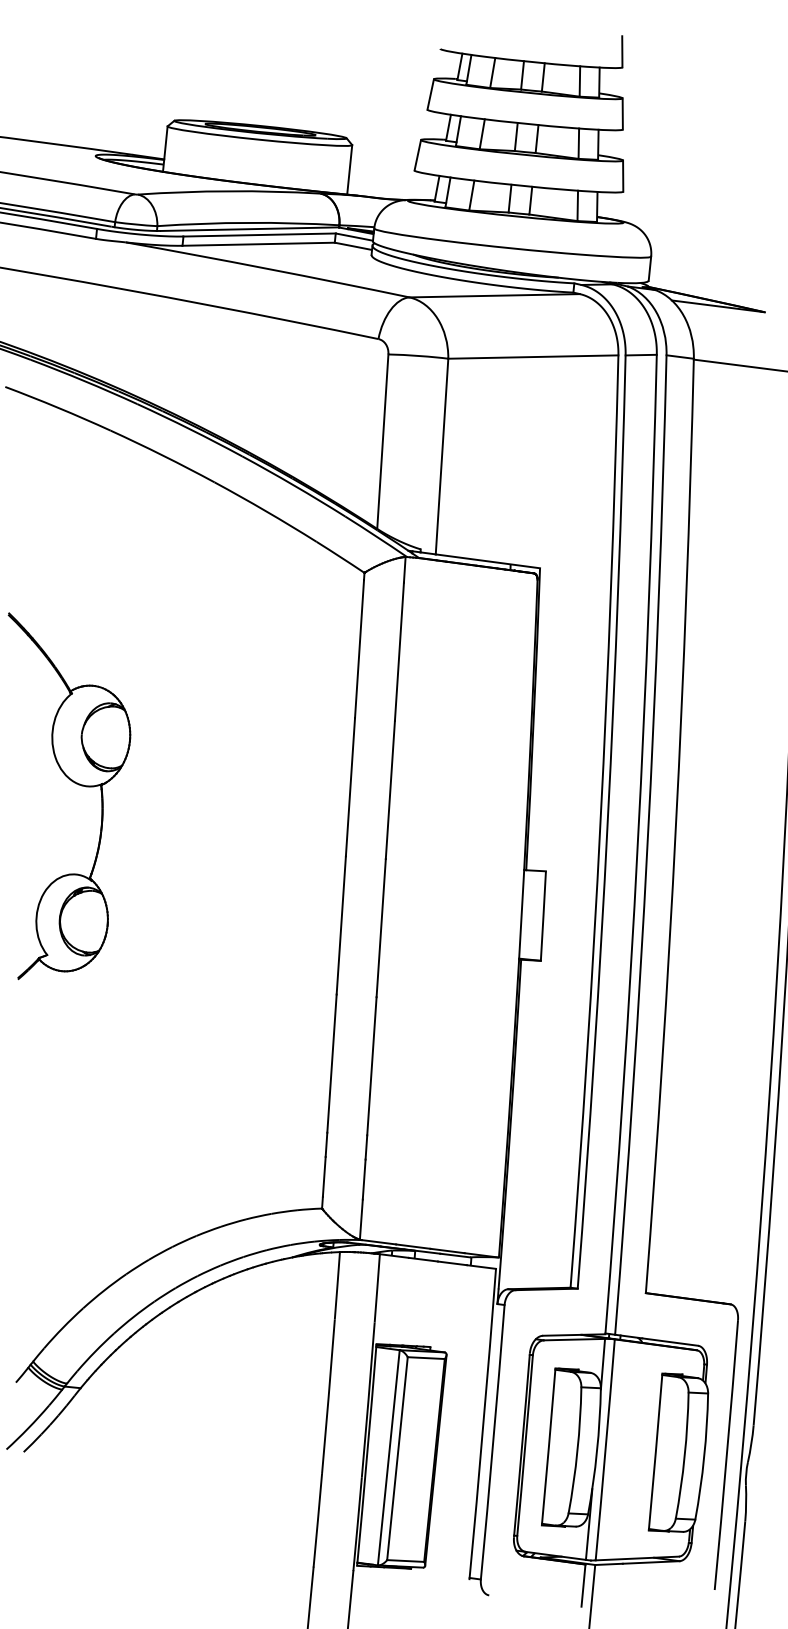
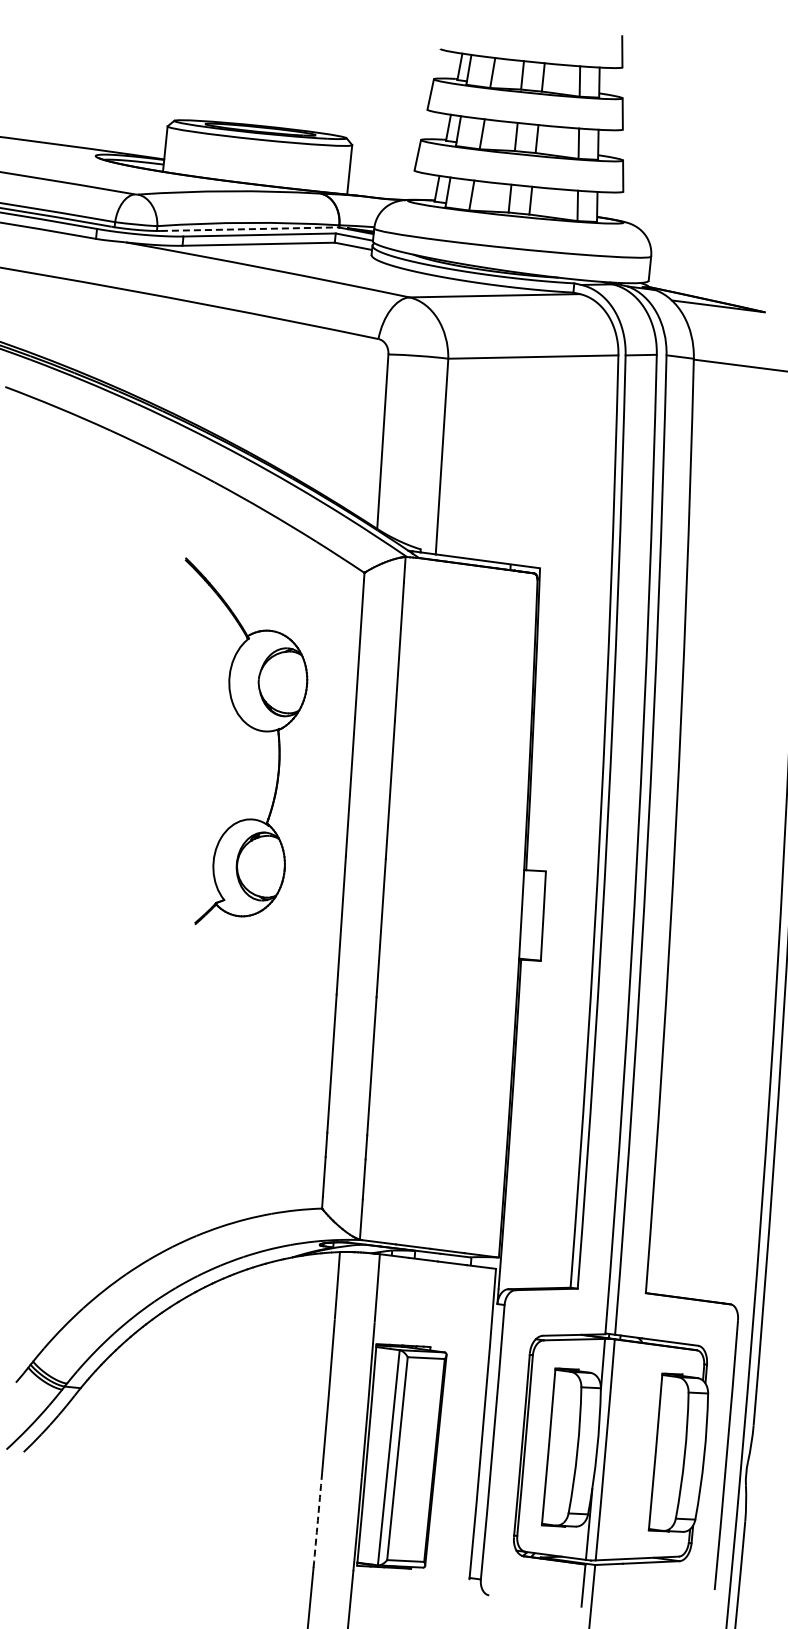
line at (249, 229): solid -> dashed
part at (76, 784) position: (76, 784) -> (253, 729)
arc at (317, 1520): solid -> dashed
